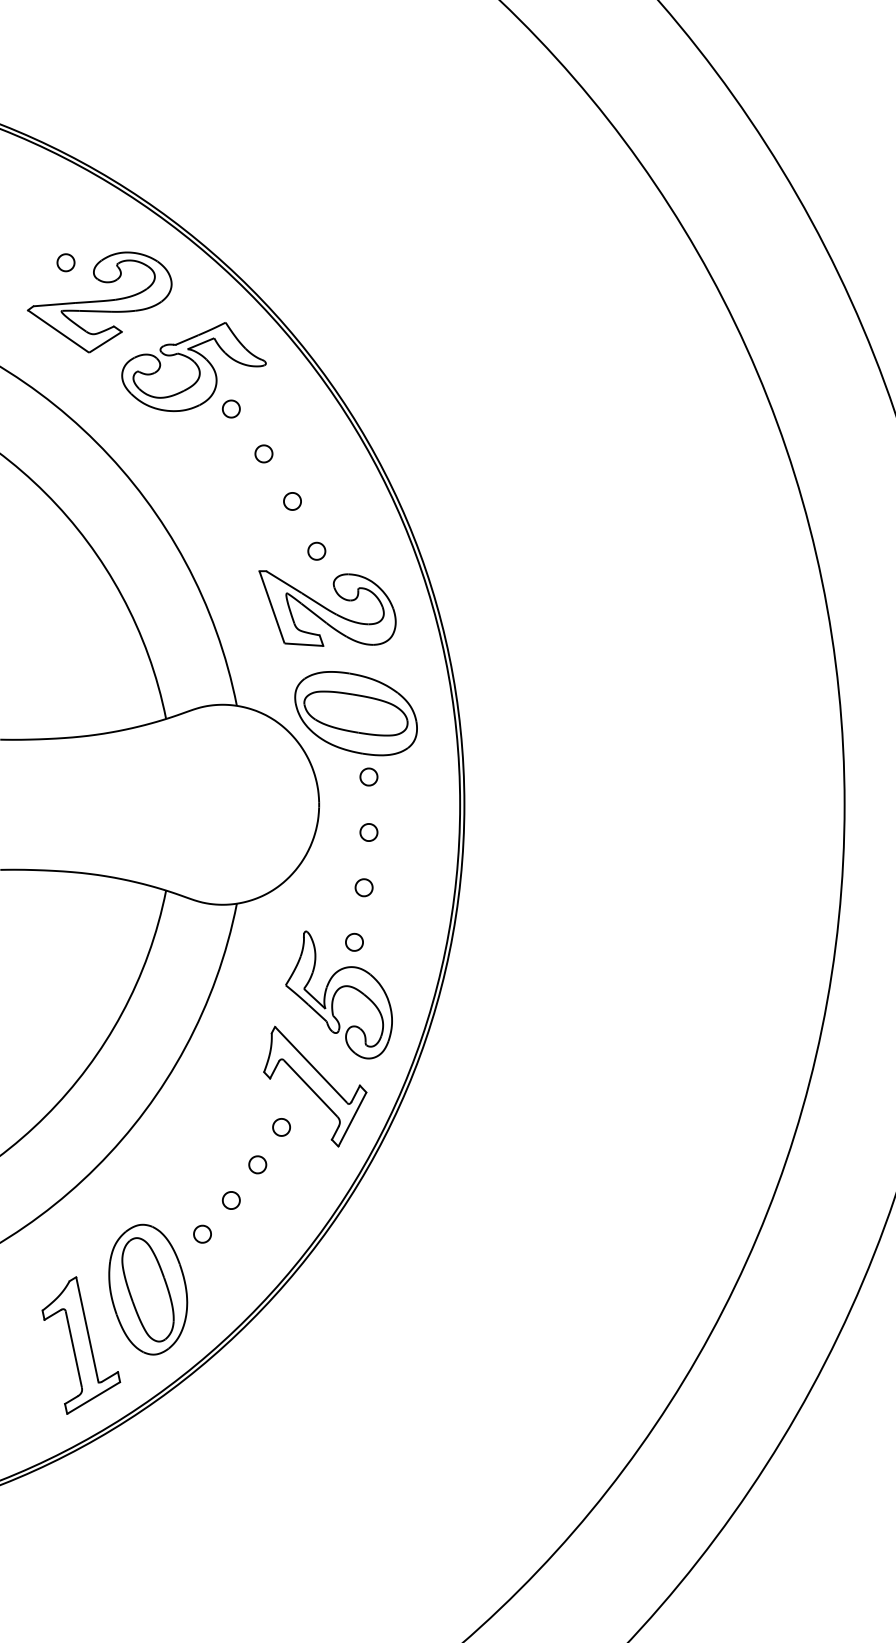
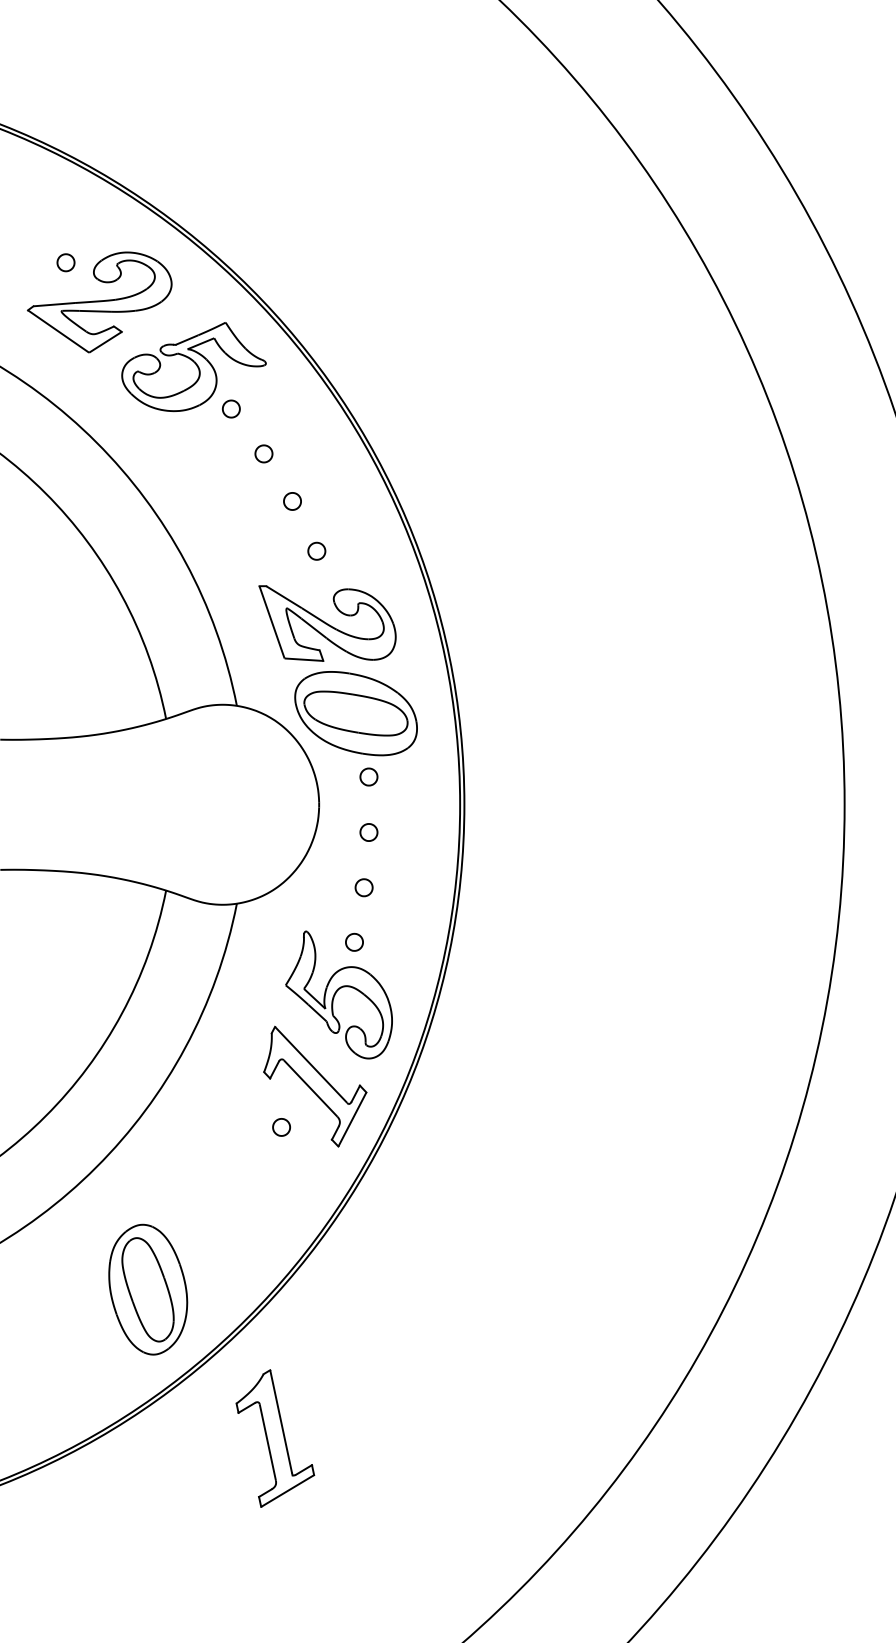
part at (327, 608) position: (327, 608) -> (327, 623)
part at (257, 1164): present -> none
part at (230, 1200): present -> none
part at (202, 1233): present -> none
part at (81, 1345) position: (81, 1345) -> (275, 1438)
